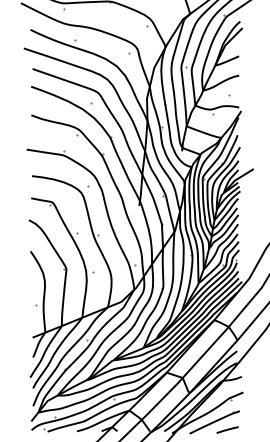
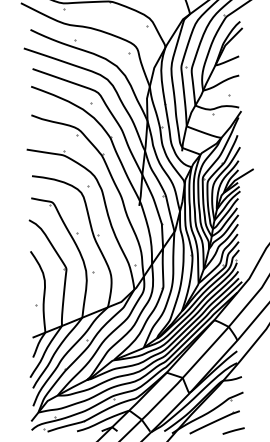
line at (227, 429) position: (227, 429) -> (233, 430)
